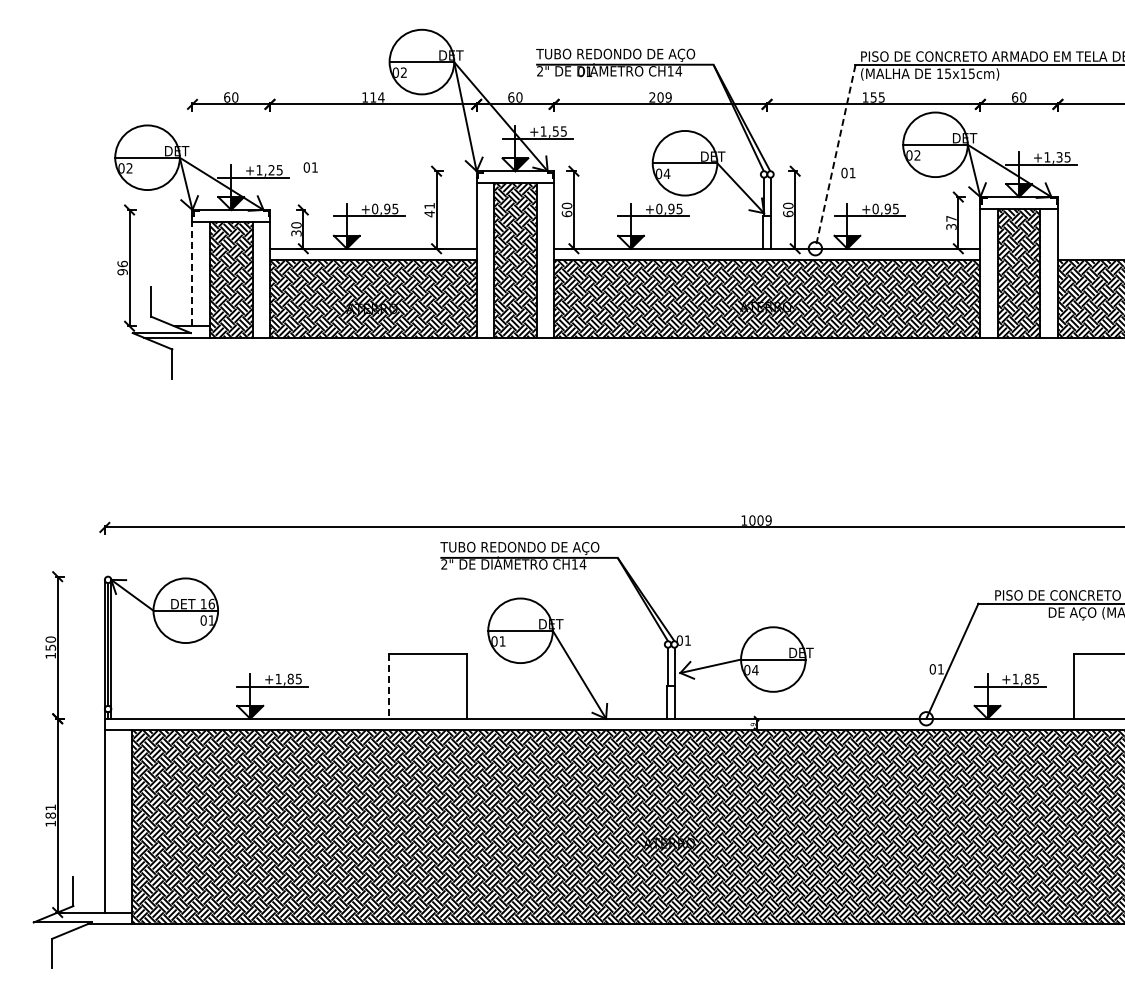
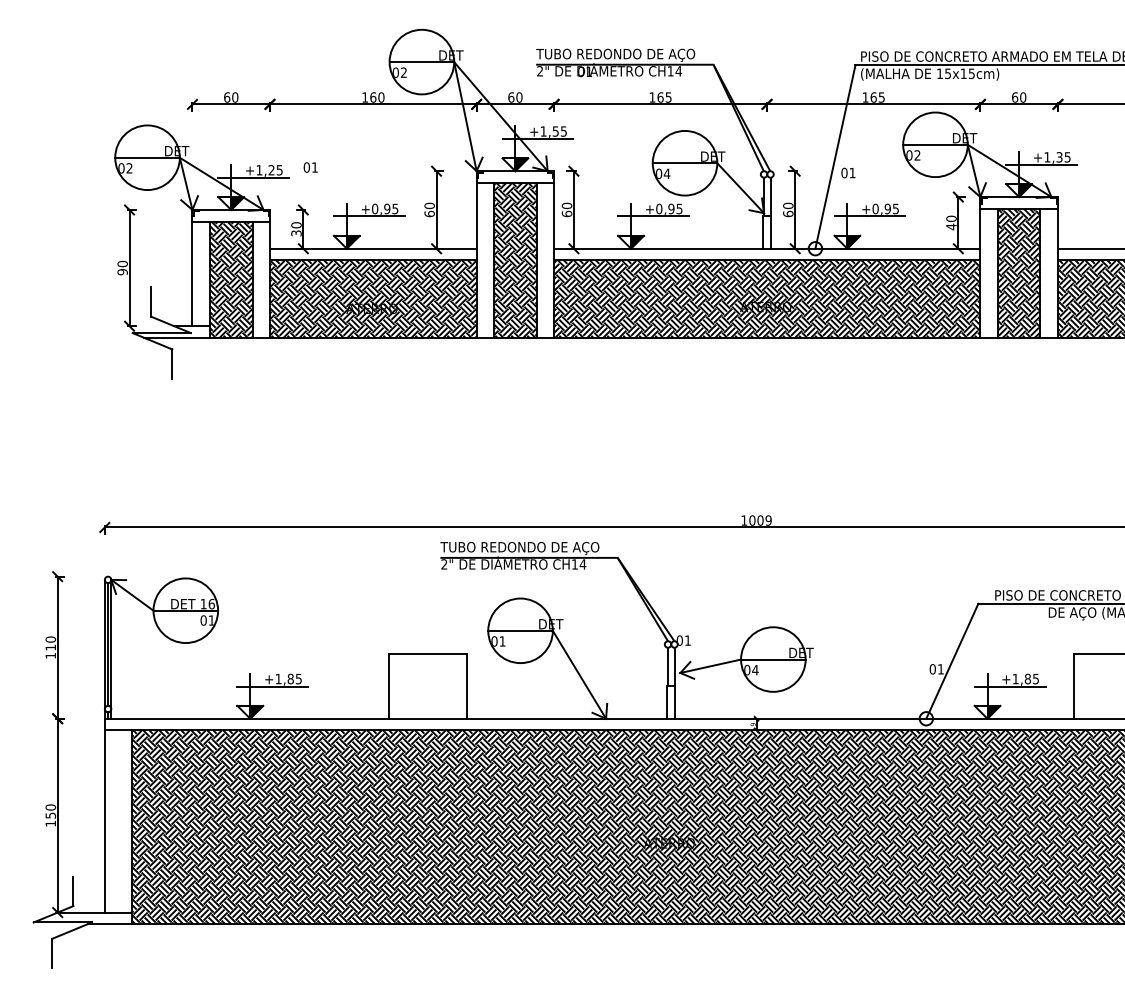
text at (377, 97): 114 -> 160
text at (660, 97): 209 -> 165
text at (873, 97): 155 -> 165
line at (835, 157): dashed -> solid
text at (429, 209): 41 -> 60
text at (951, 222): 37 -> 40
line at (1089, 248): none -> present
text at (122, 263): 96 -> 90
line at (192, 273): dashed -> solid
text at (50, 647): 150 -> 110
line at (389, 686): dashed -> solid
text at (50, 811): 181 -> 150
